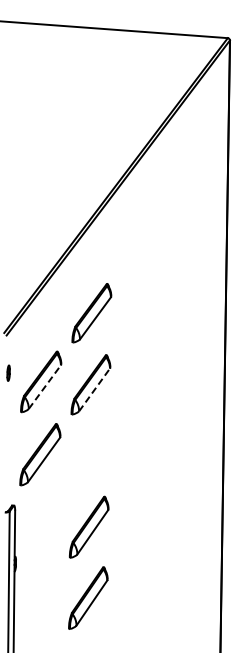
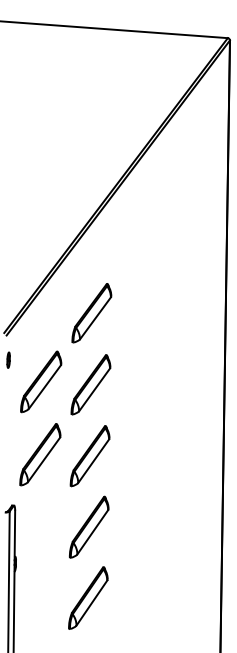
part at (8, 372) position: (8, 372) -> (8, 359)
line at (45, 386): dashed -> solid
line at (94, 389): dashed -> solid
part at (89, 456): none -> present
